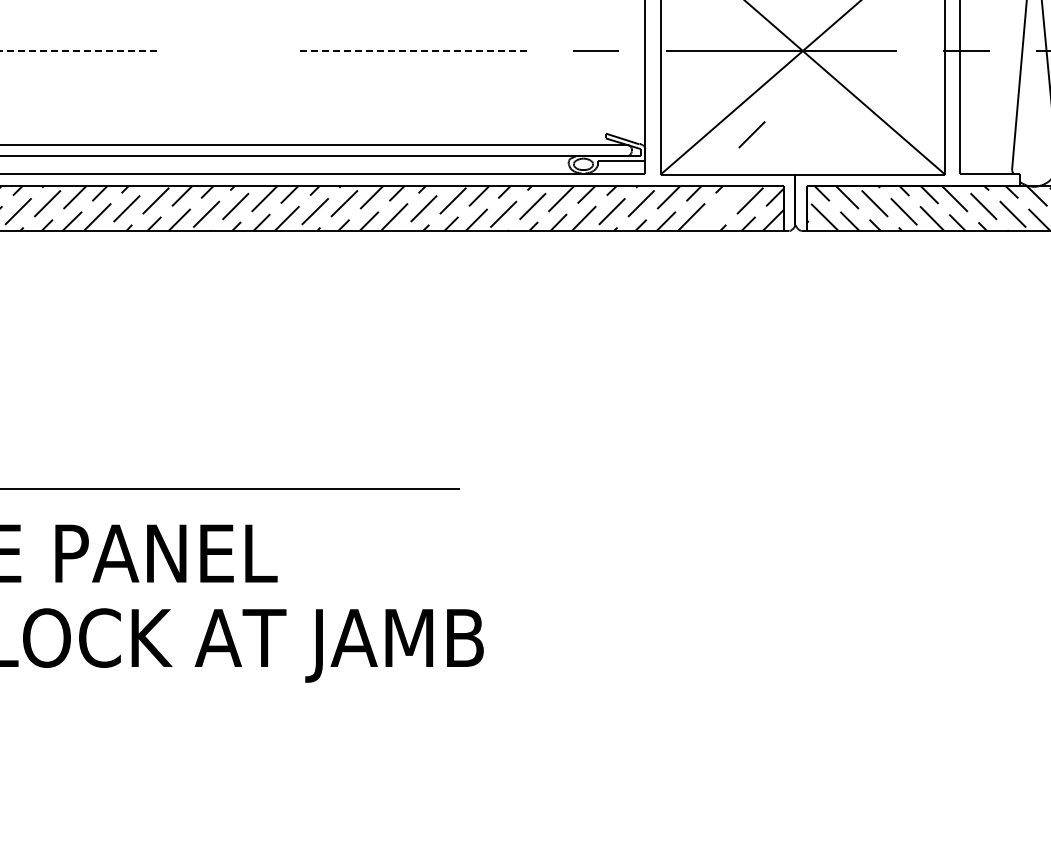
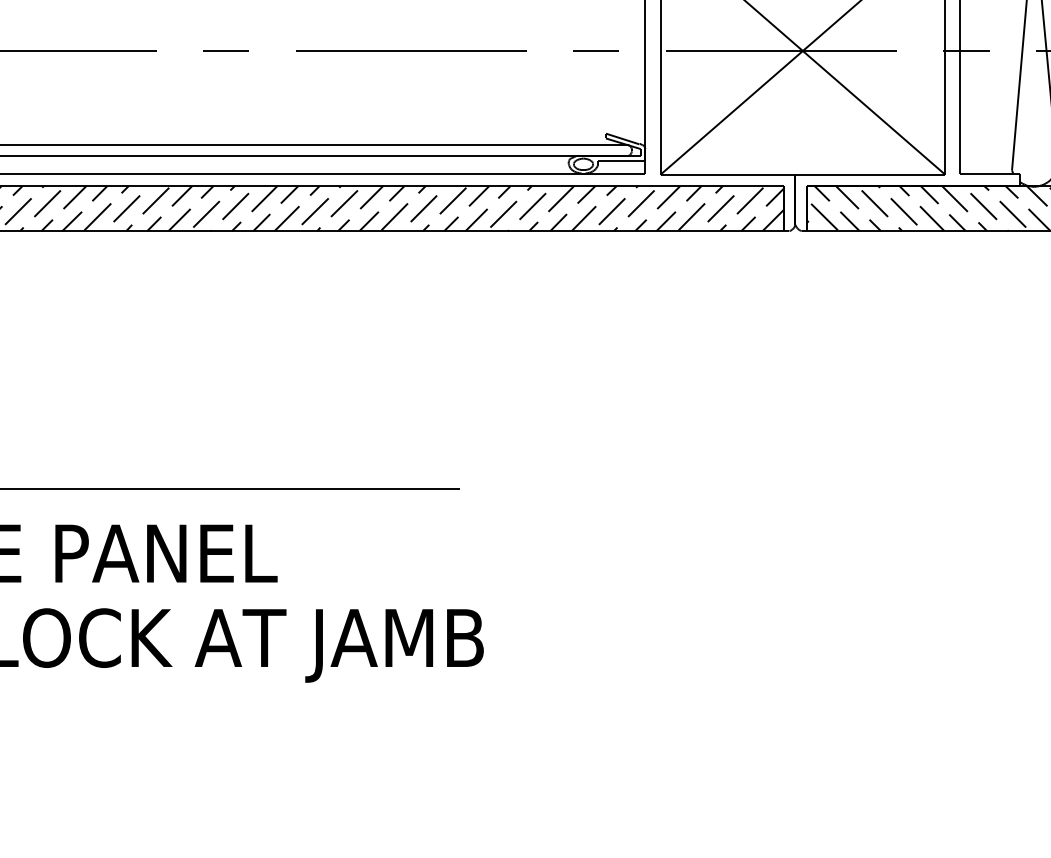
line at (225, 50): none -> present
line at (78, 51): dashed -> solid
line at (411, 51): dashed -> solid
line at (751, 134) position: (751, 134) -> (720, 208)
